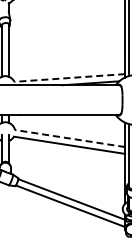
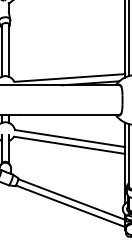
line at (69, 77): dashed -> solid
line at (70, 138): dashed -> solid
